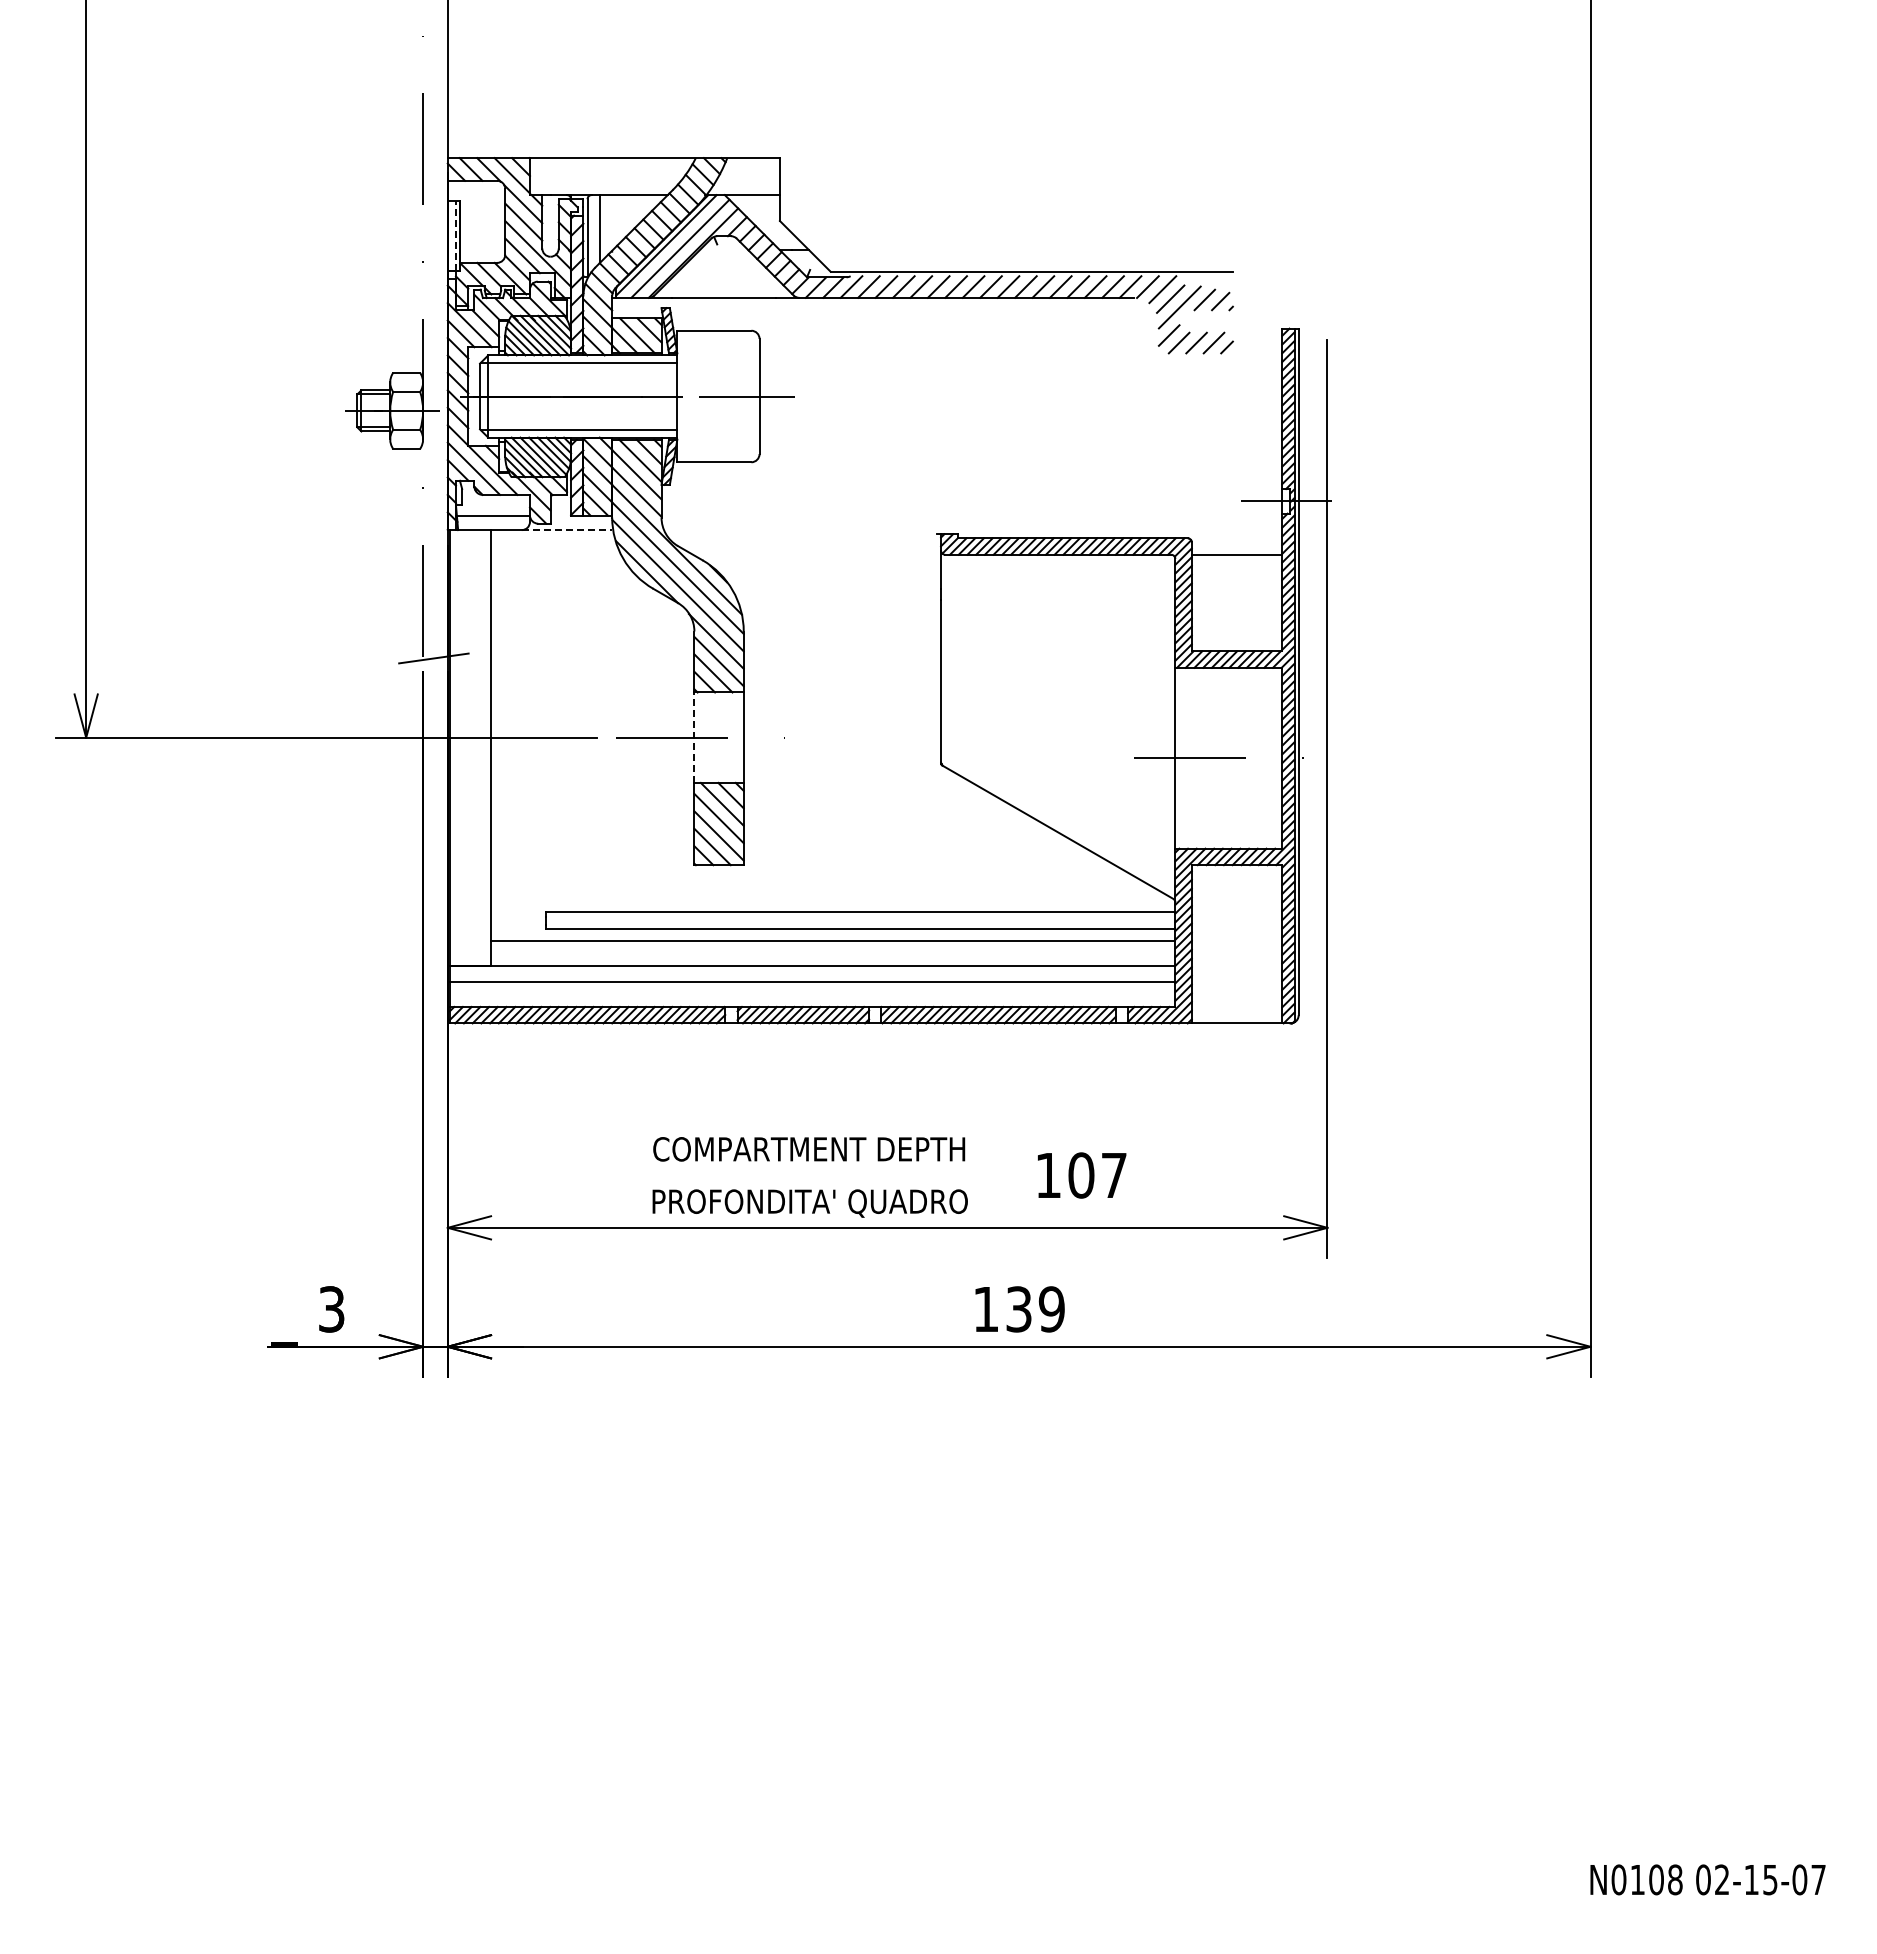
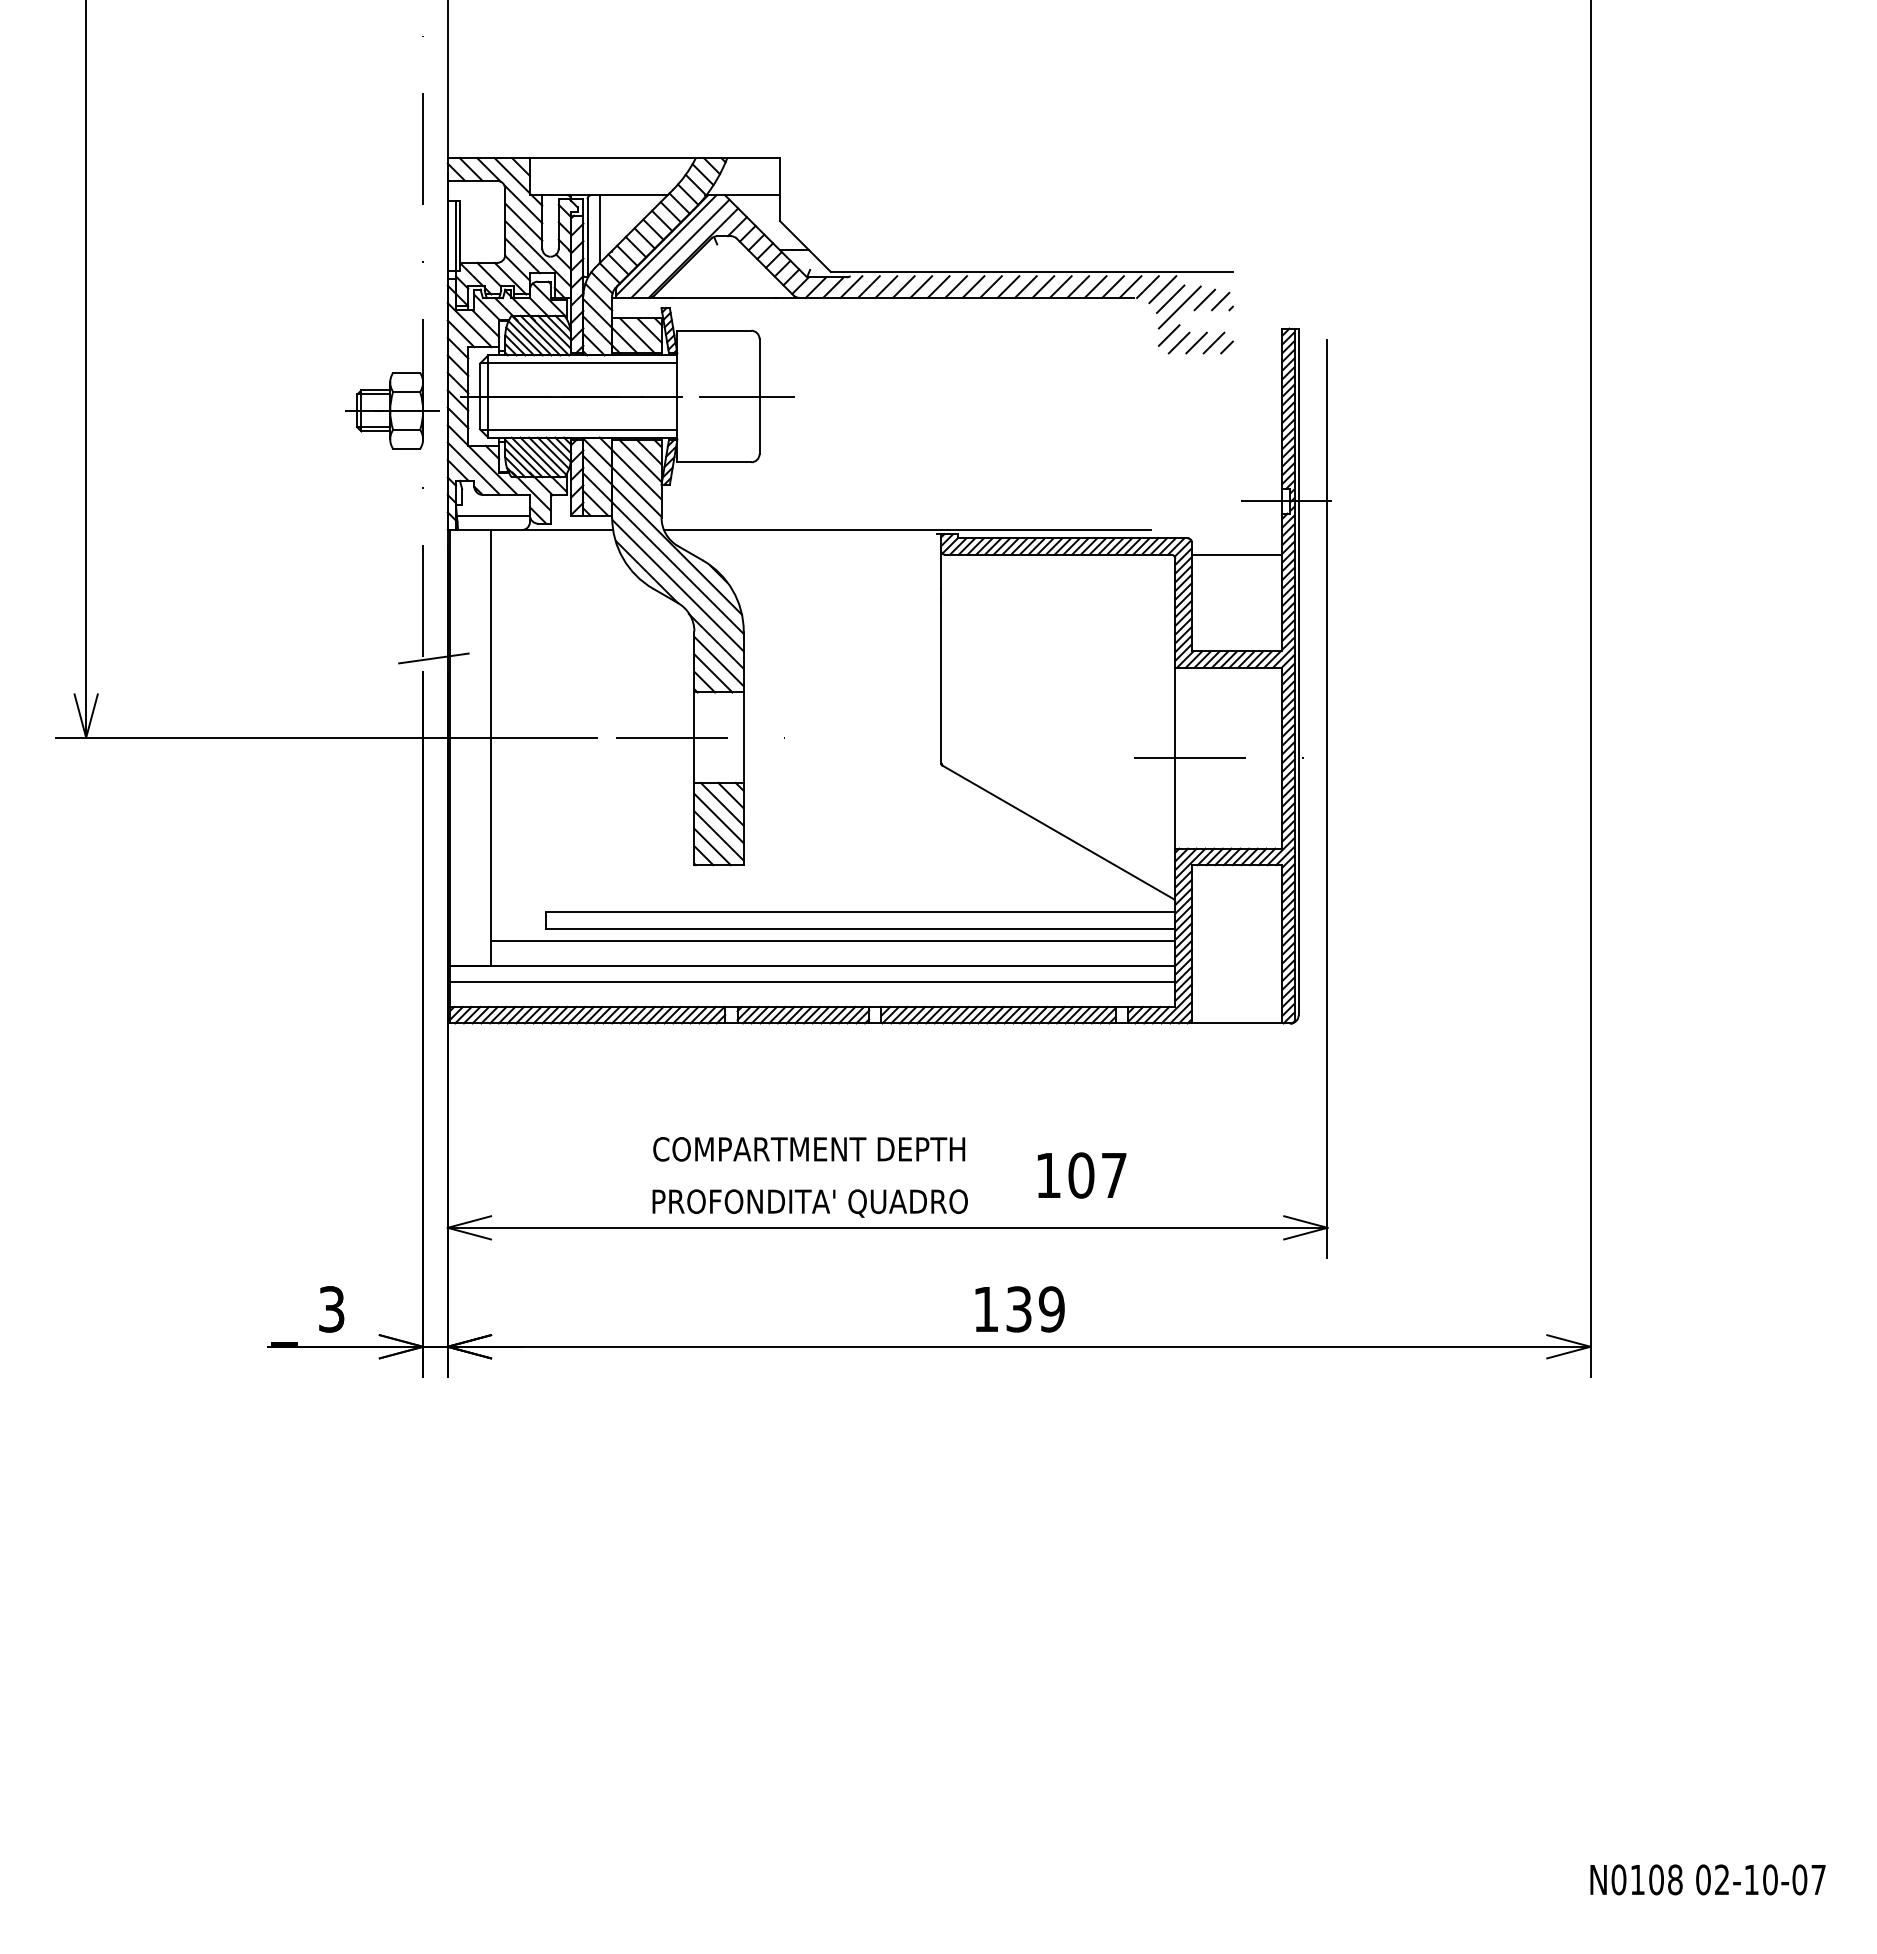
line at (455, 236): dashed -> solid
line at (567, 530): dashed -> solid
line at (907, 530): none -> present
line at (694, 737): dashed -> solid
text at (1770, 1879): 02-15-07 -> 02-10-07
